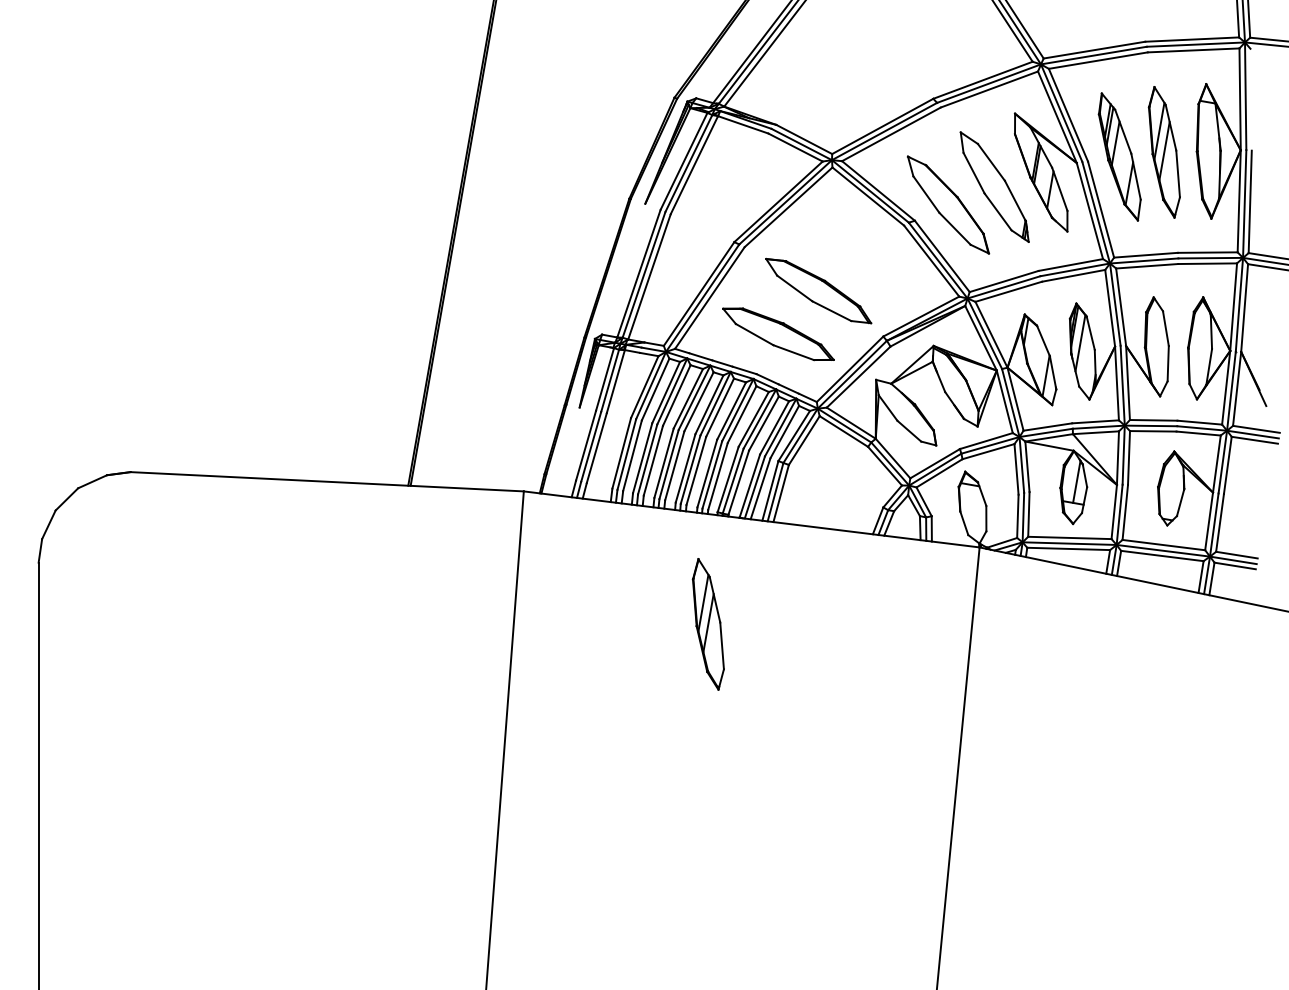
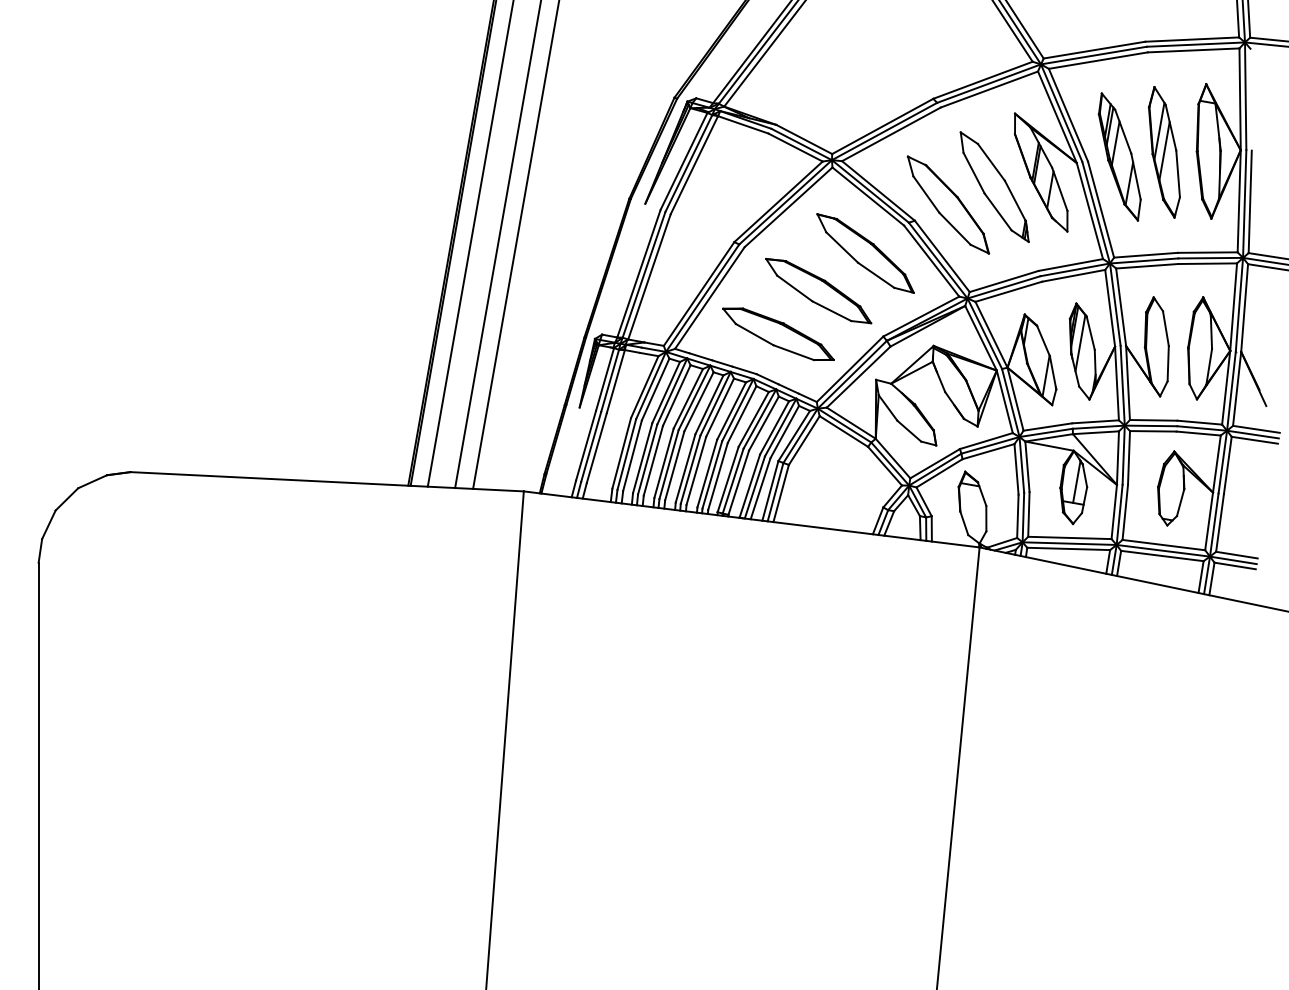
line at (470, 244): none -> present
line at (497, 245): none -> present
line at (515, 245): none -> present
part at (865, 253): none -> present
part at (707, 624): present -> none
